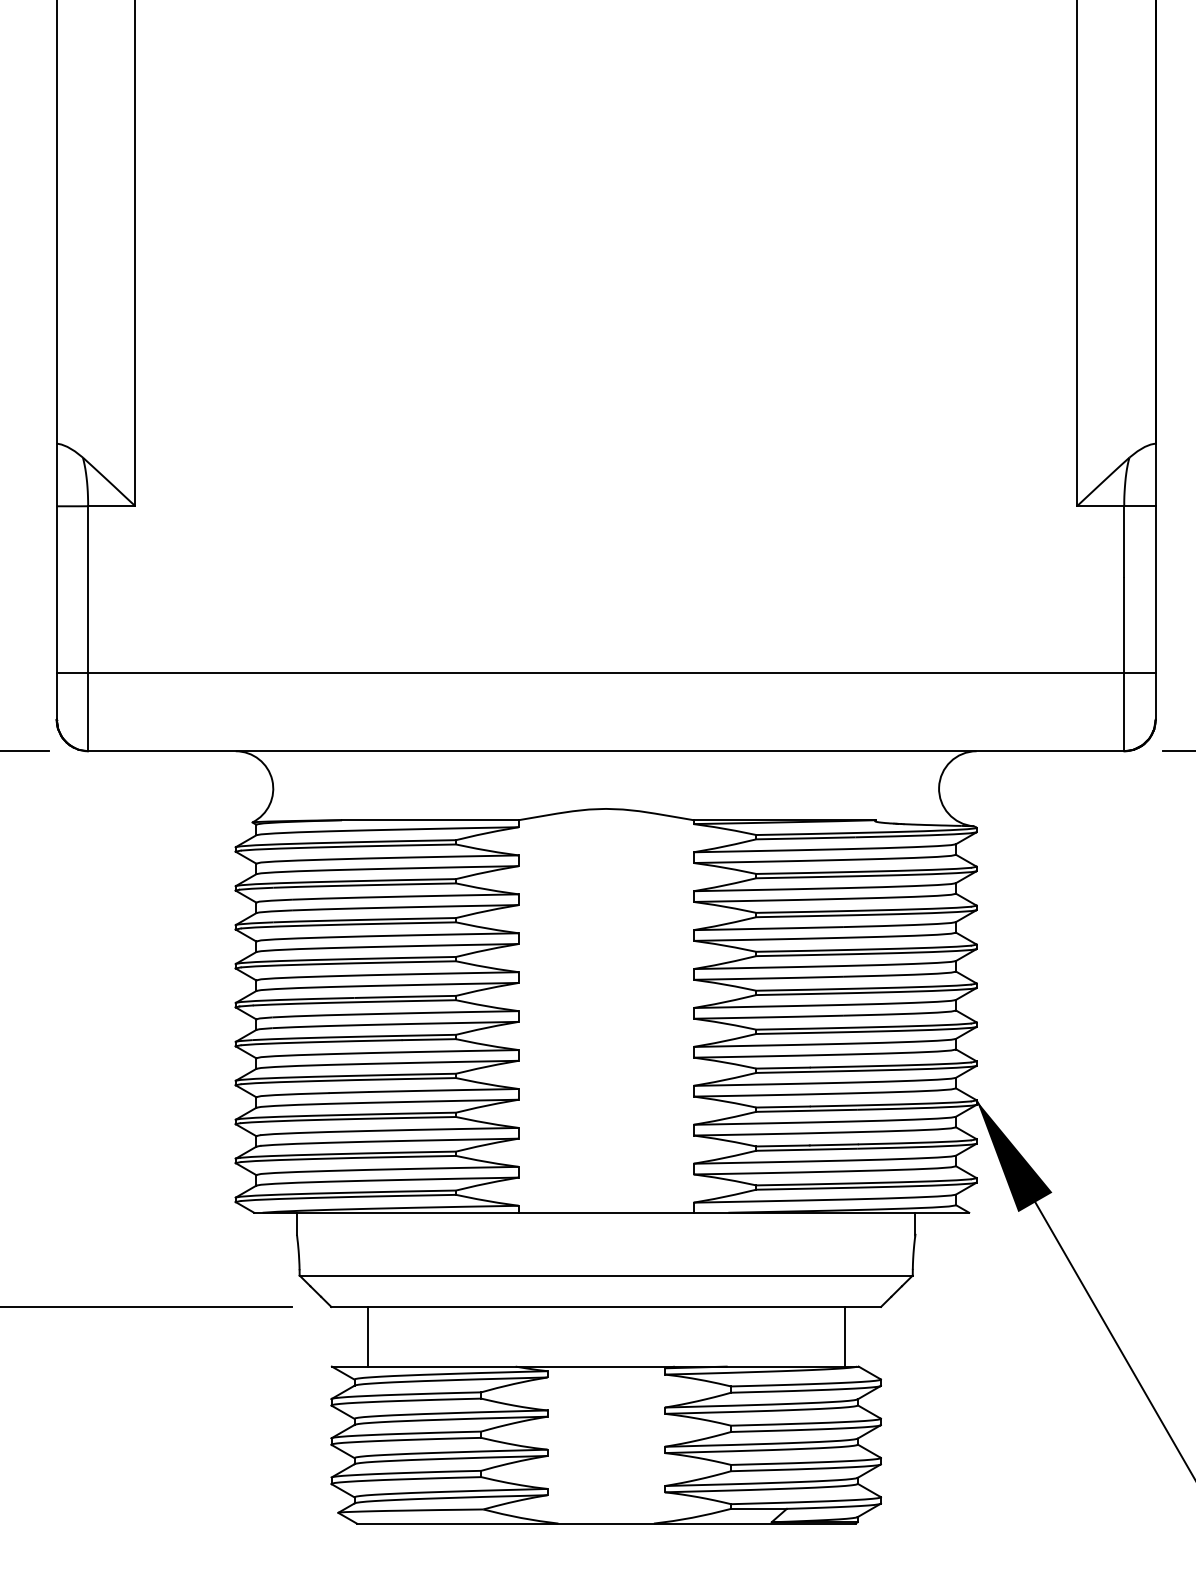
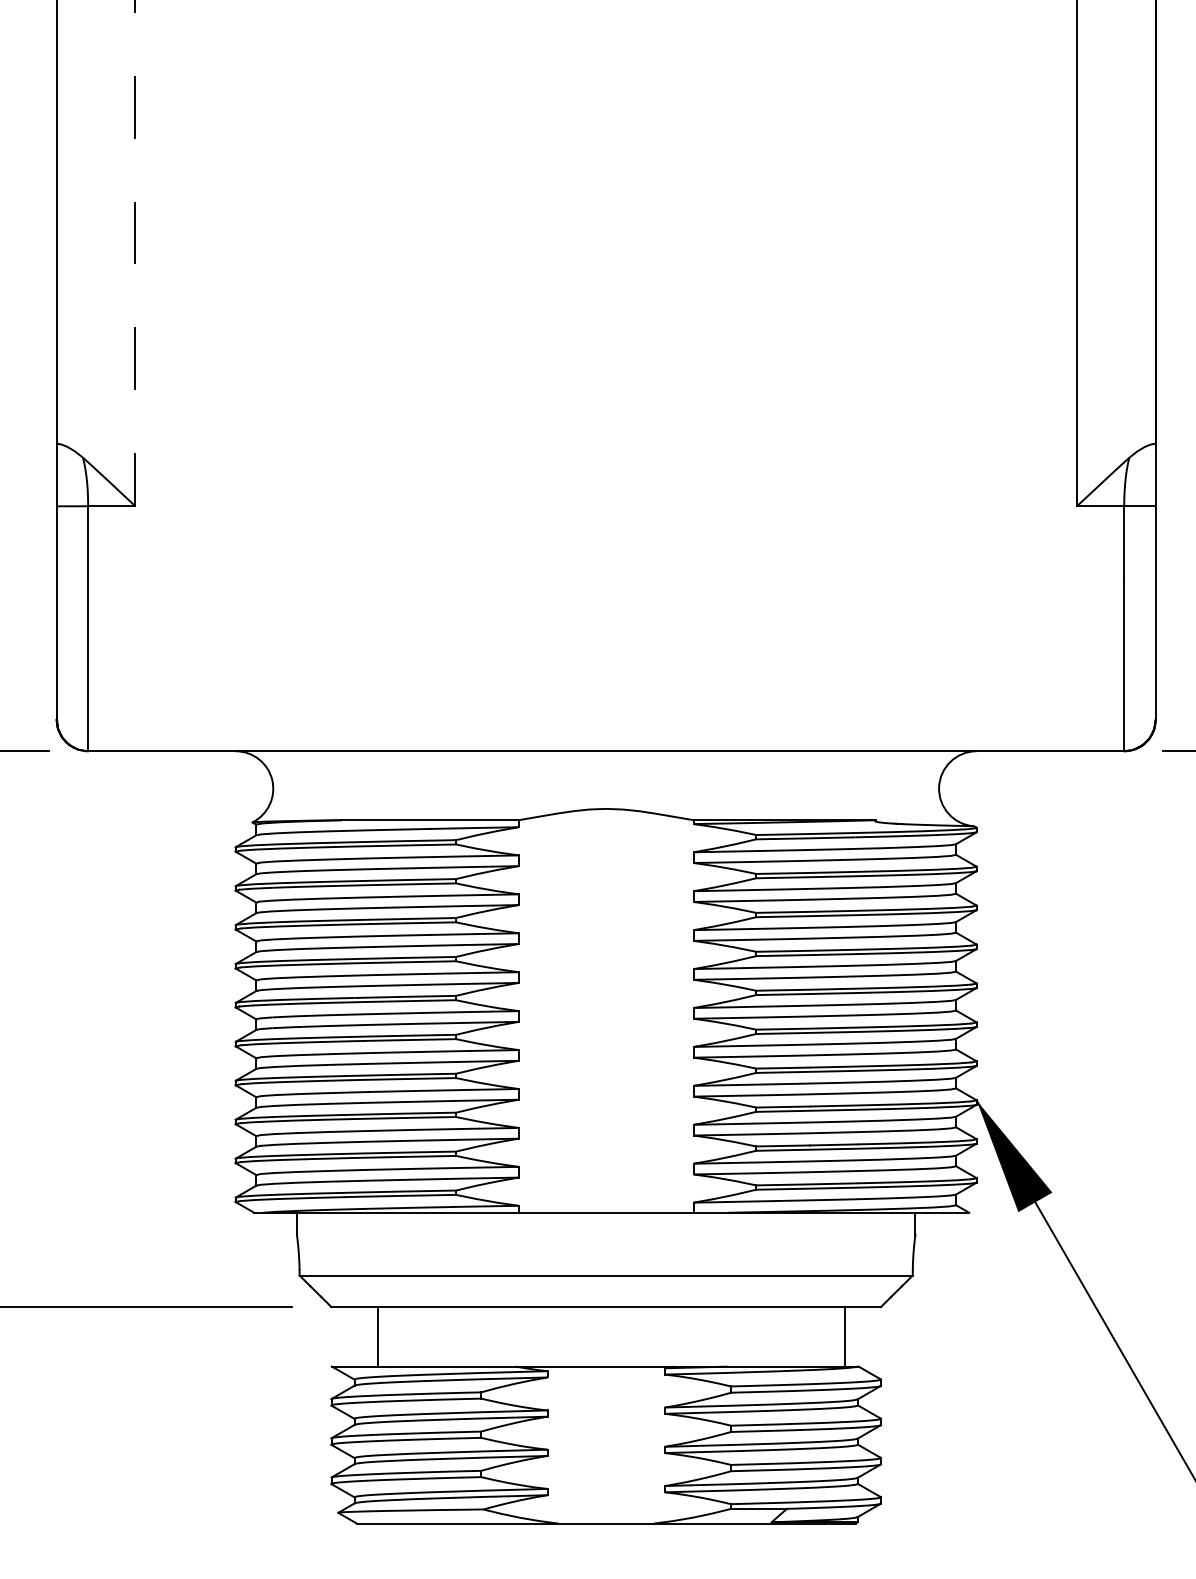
line at (135, 253): solid -> dashed
line at (605, 672): present -> none
line at (367, 1336) position: (367, 1336) -> (377, 1336)
